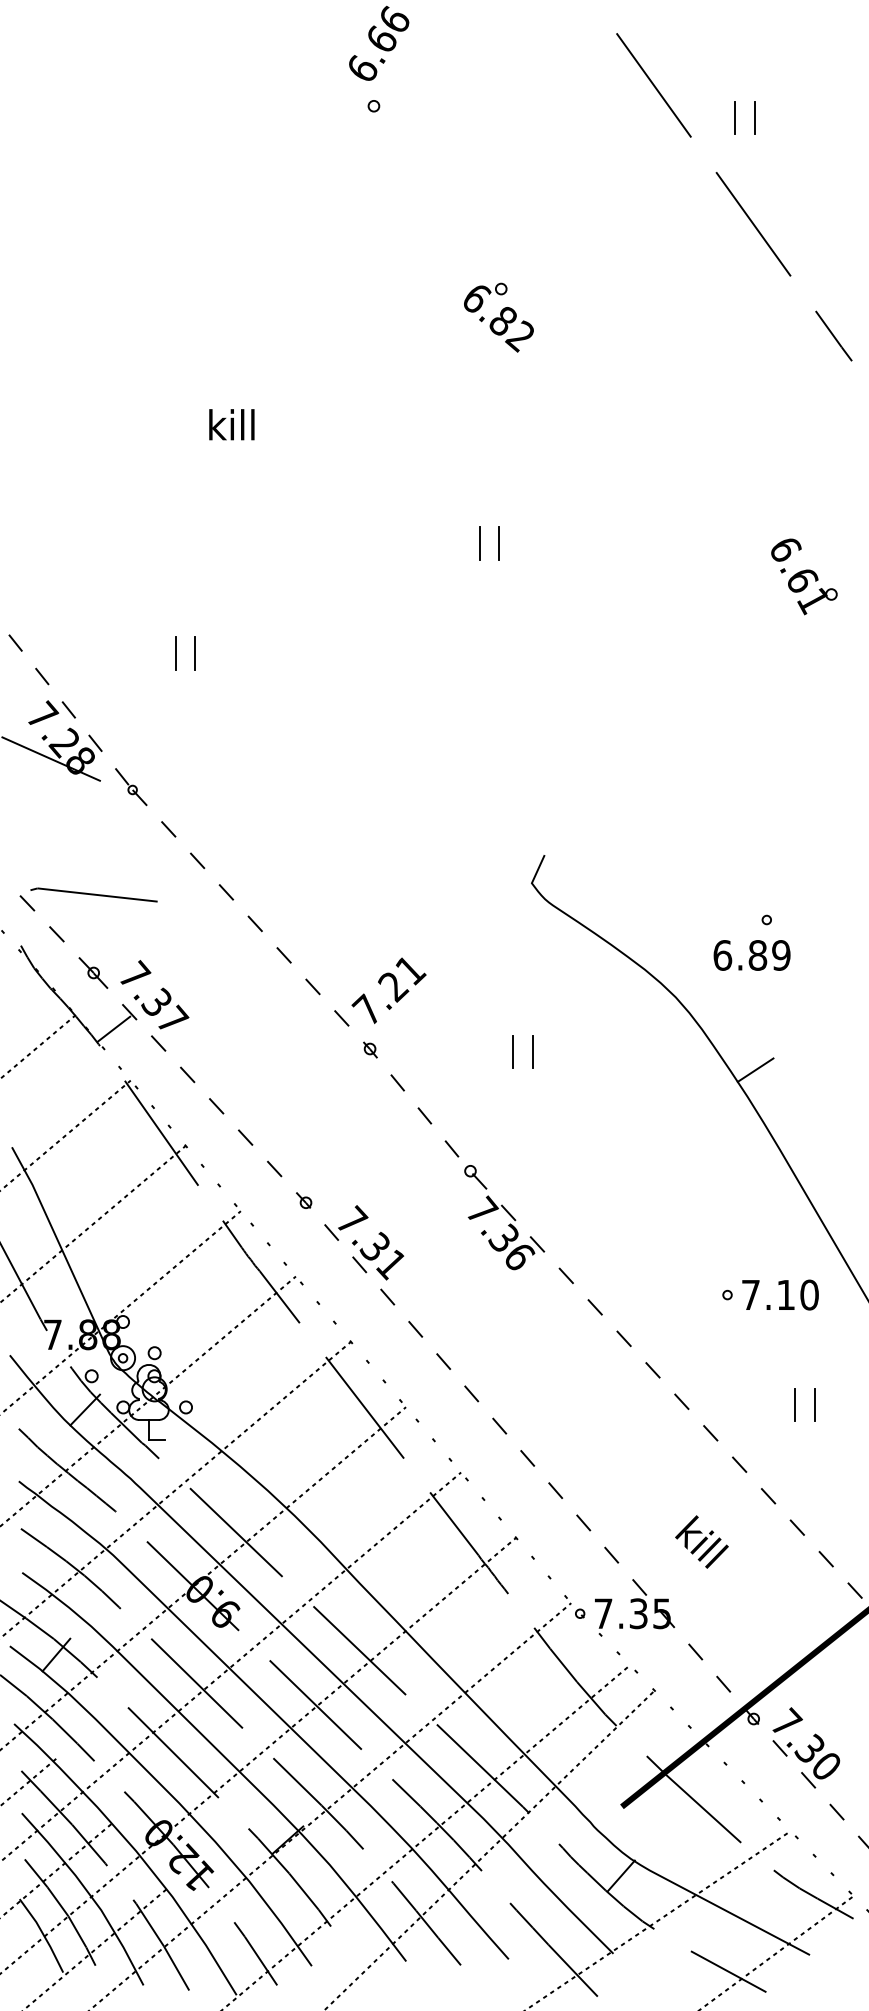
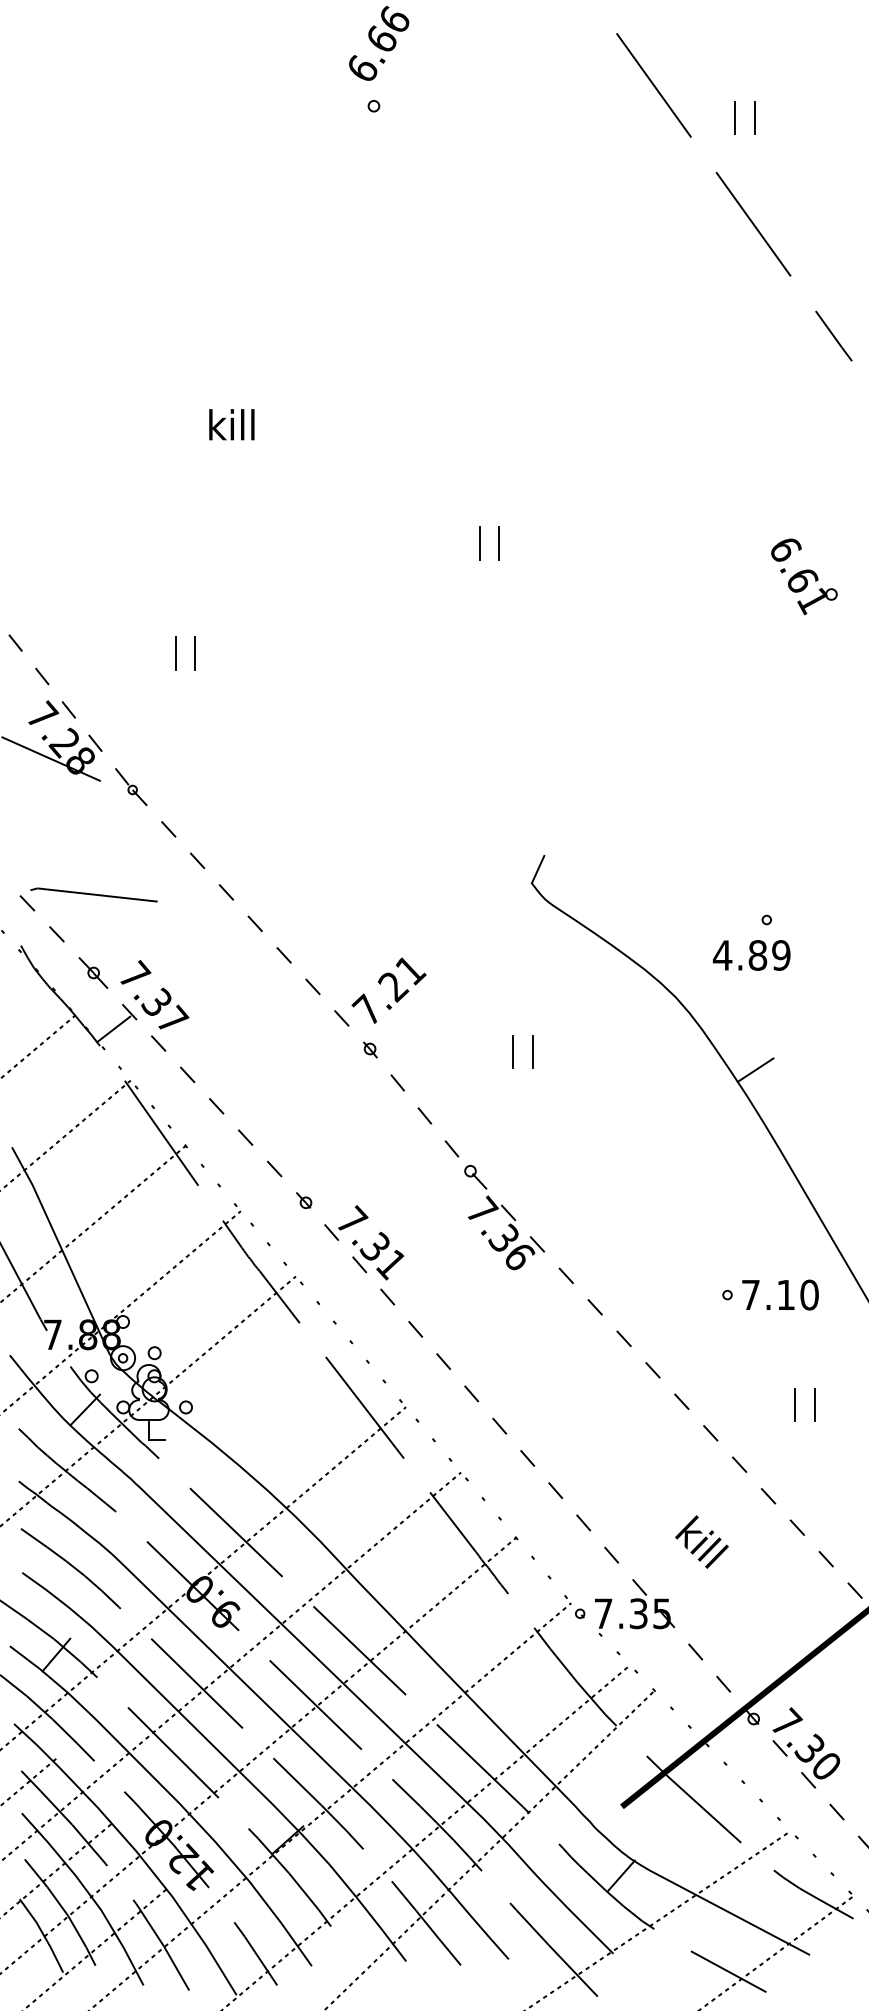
part at (498, 317): present -> none
text at (722, 955): 6.89 -> 4.89
line at (176, 1488): present -> none
